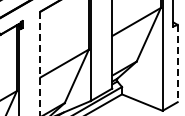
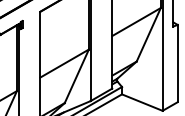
line at (40, 63): dashed -> solid
line at (177, 63): dashed -> solid
